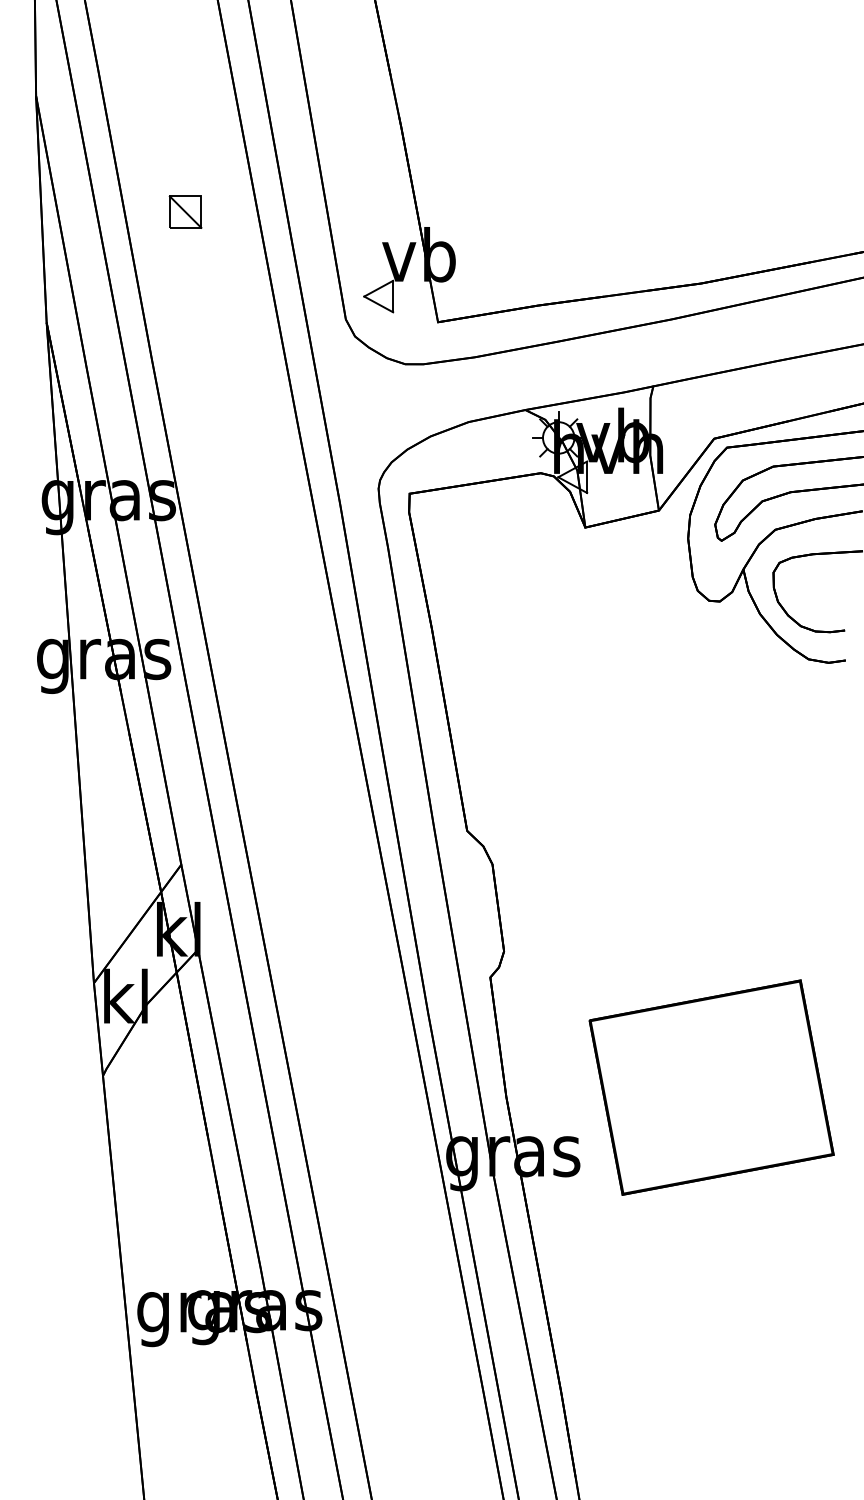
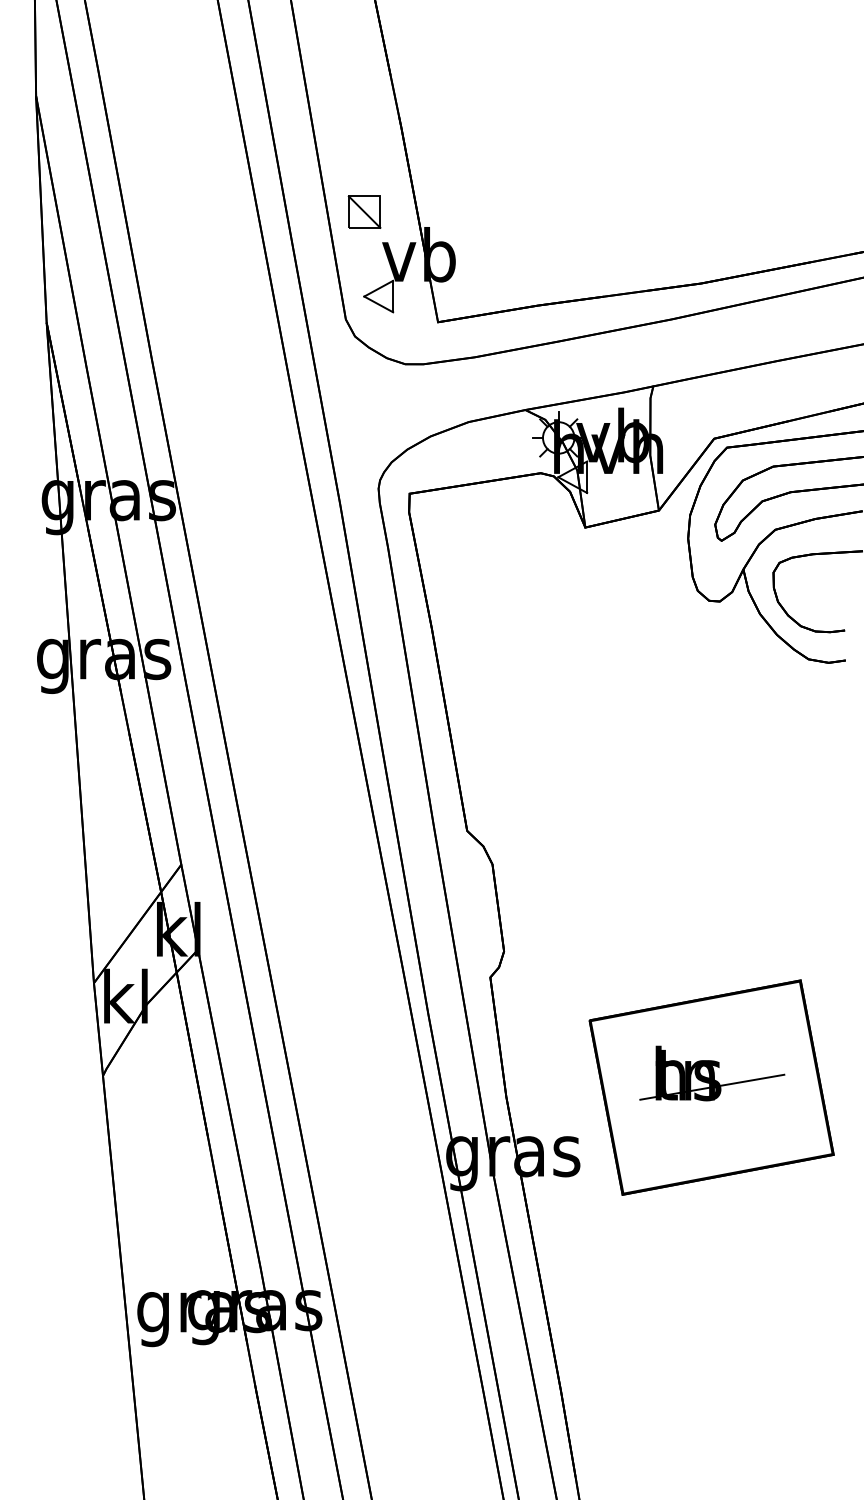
part at (185, 211) position: (185, 211) -> (364, 211)
part at (712, 1073): none -> present
